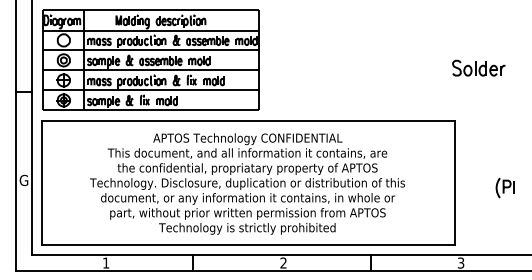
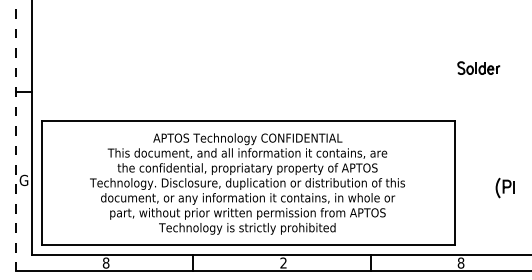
part at (150, 59): present -> none
part at (478, 67) size: 54x18 px -> 44x14 px
line at (15, 136): solid -> dashed
text at (105, 262): 1 -> 8
text at (460, 262): 3 -> 8
